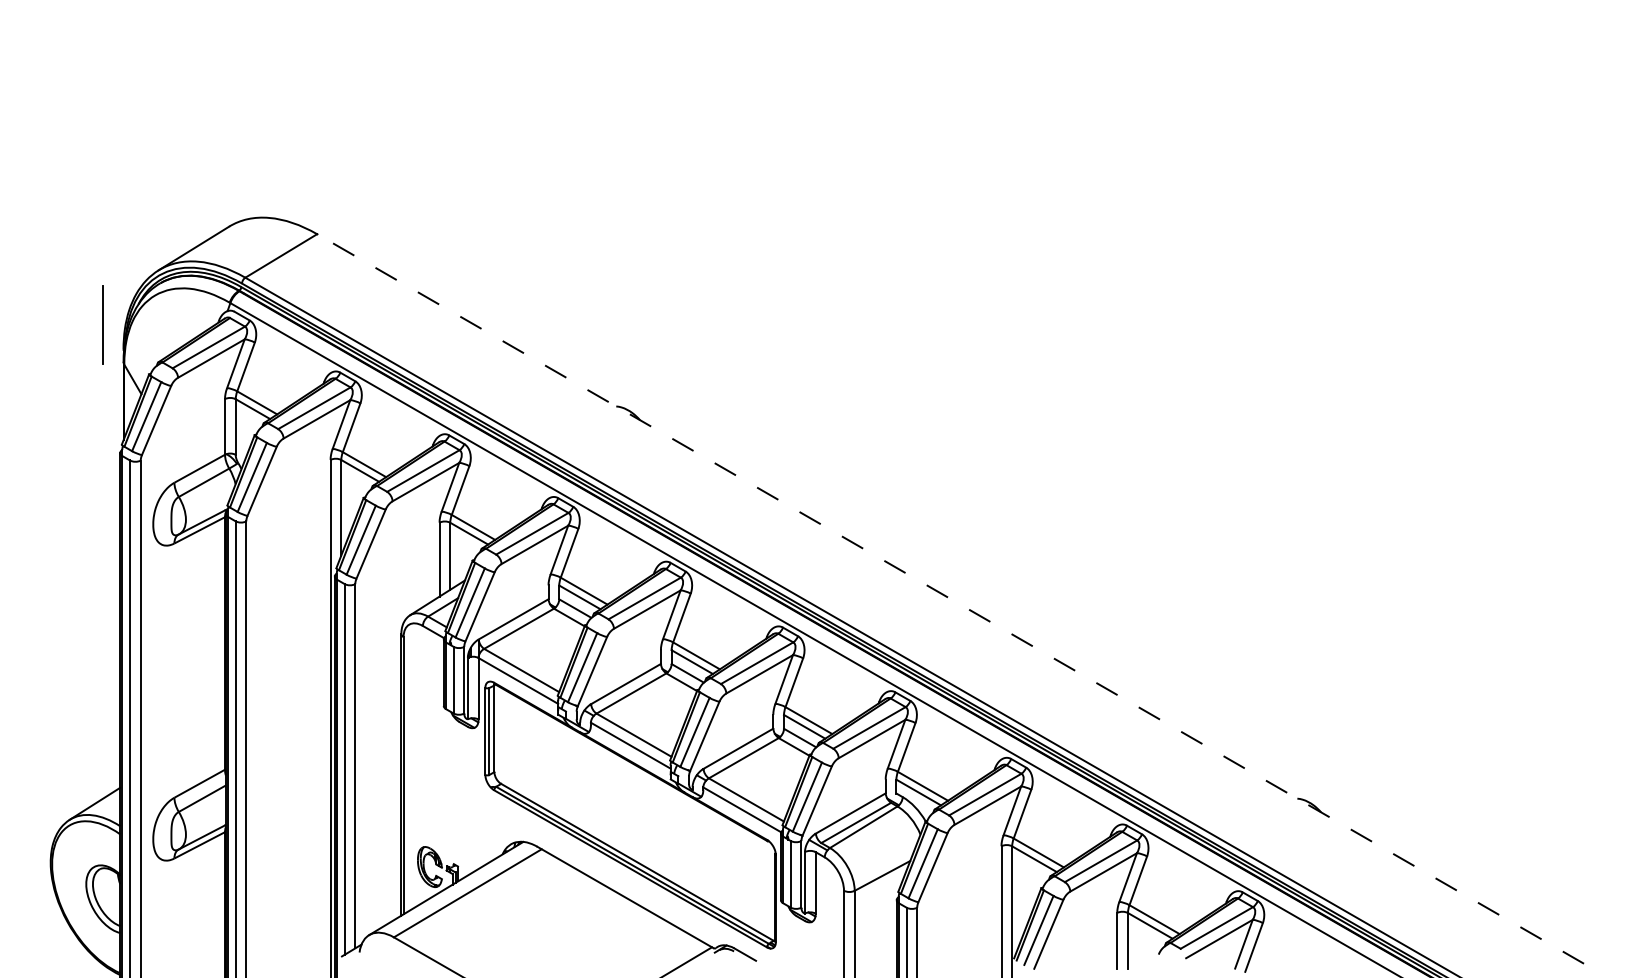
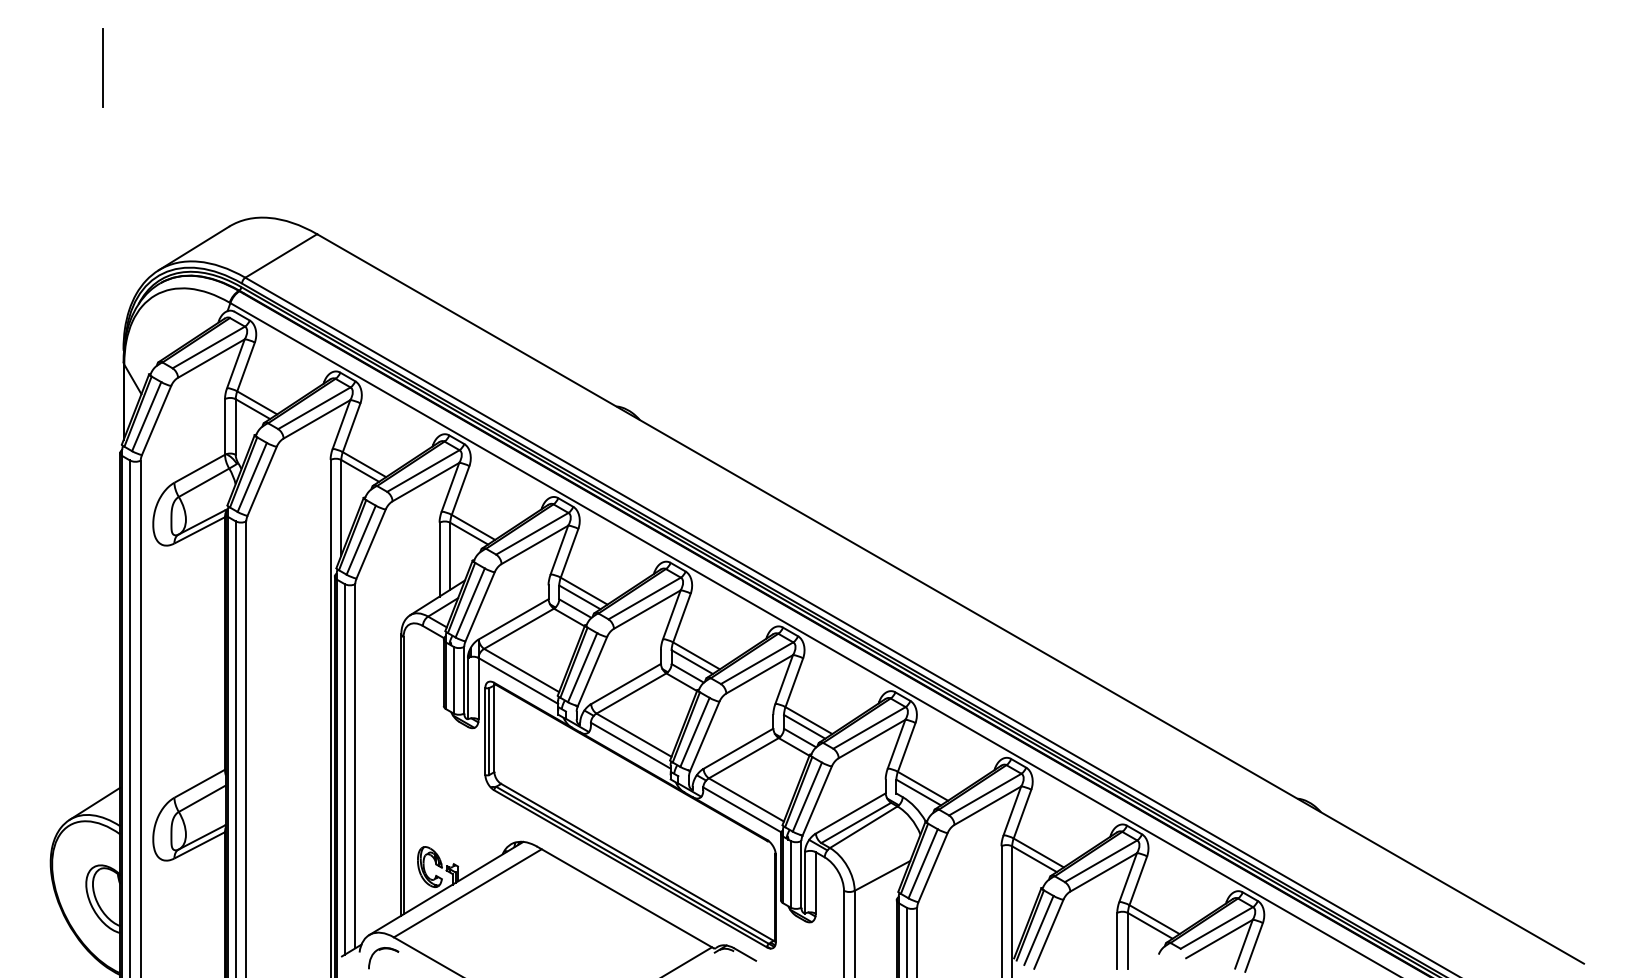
line at (102, 324) position: (102, 324) -> (102, 67)
line at (950, 598): dashed -> solid
part at (381, 950): none -> present
